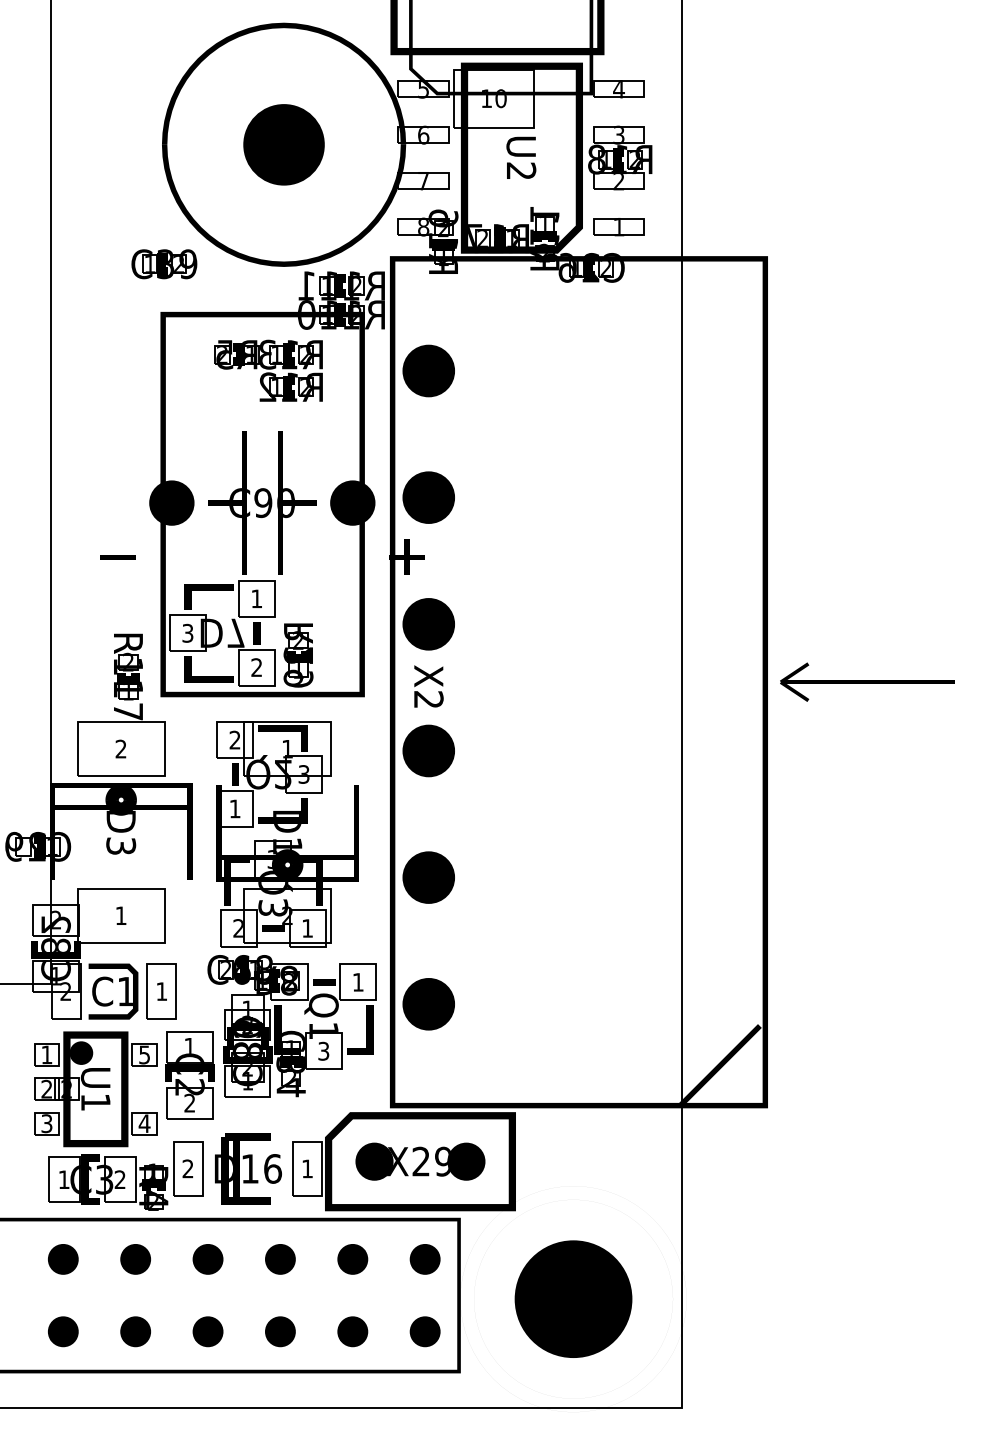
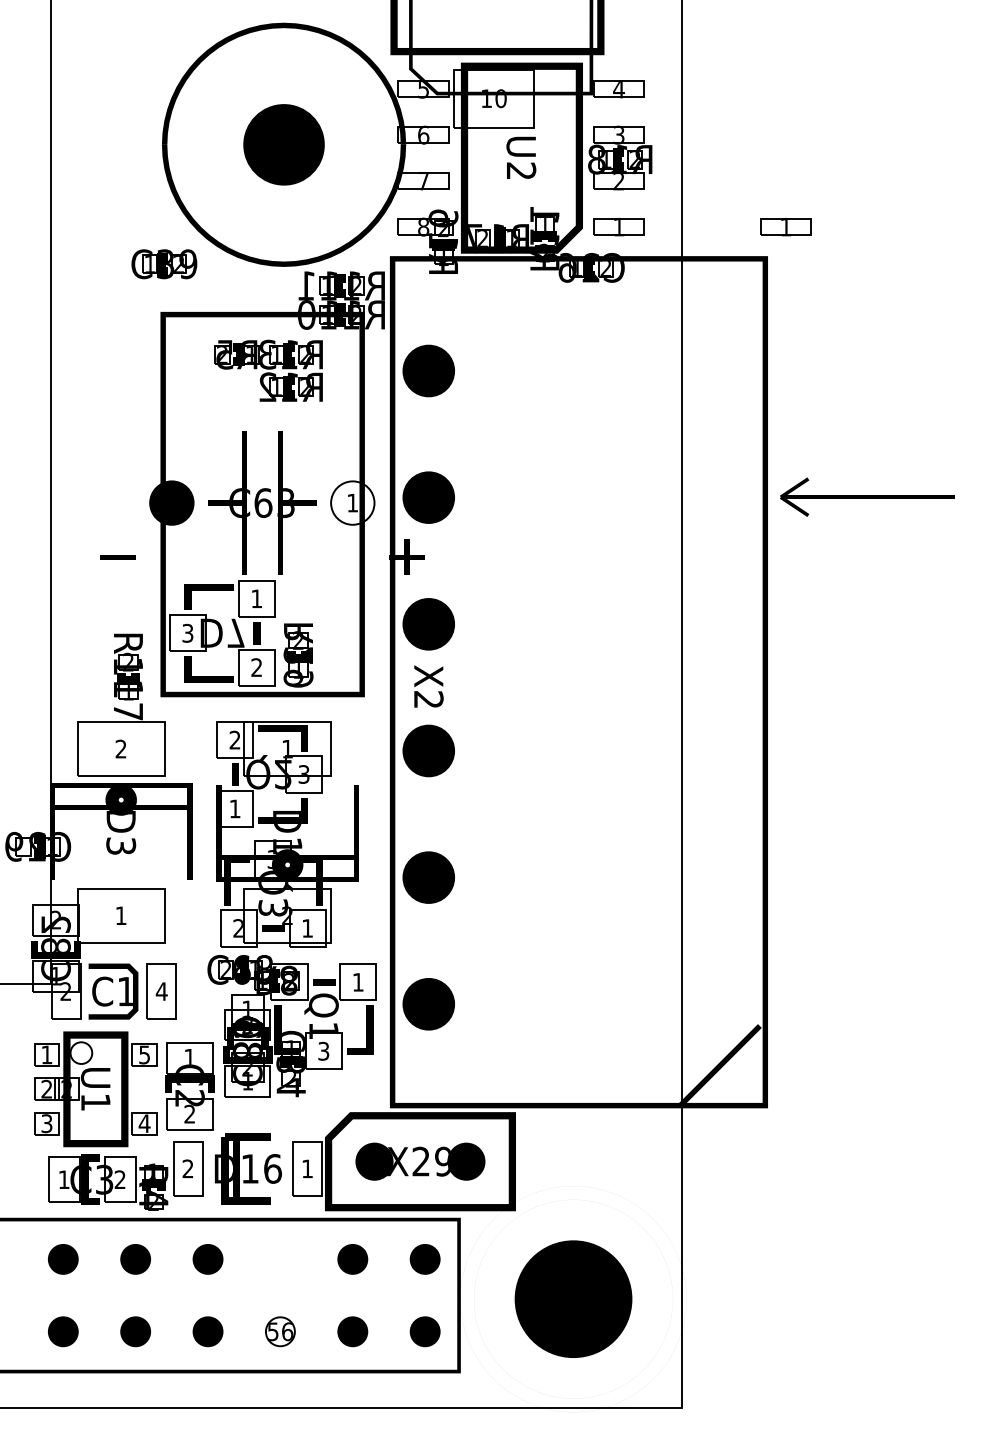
part at (785, 227): none -> present
fill at (352, 502): present -> none
text at (274, 503): C90 -> C63
part at (867, 681) position: (867, 681) -> (867, 496)
text at (161, 991): 1 -> 4
fill at (81, 1053): present -> none
part at (189, 1075) position: (189, 1075) -> (189, 1086)
part at (280, 1259): present -> none
fill at (279, 1331): present -> none
